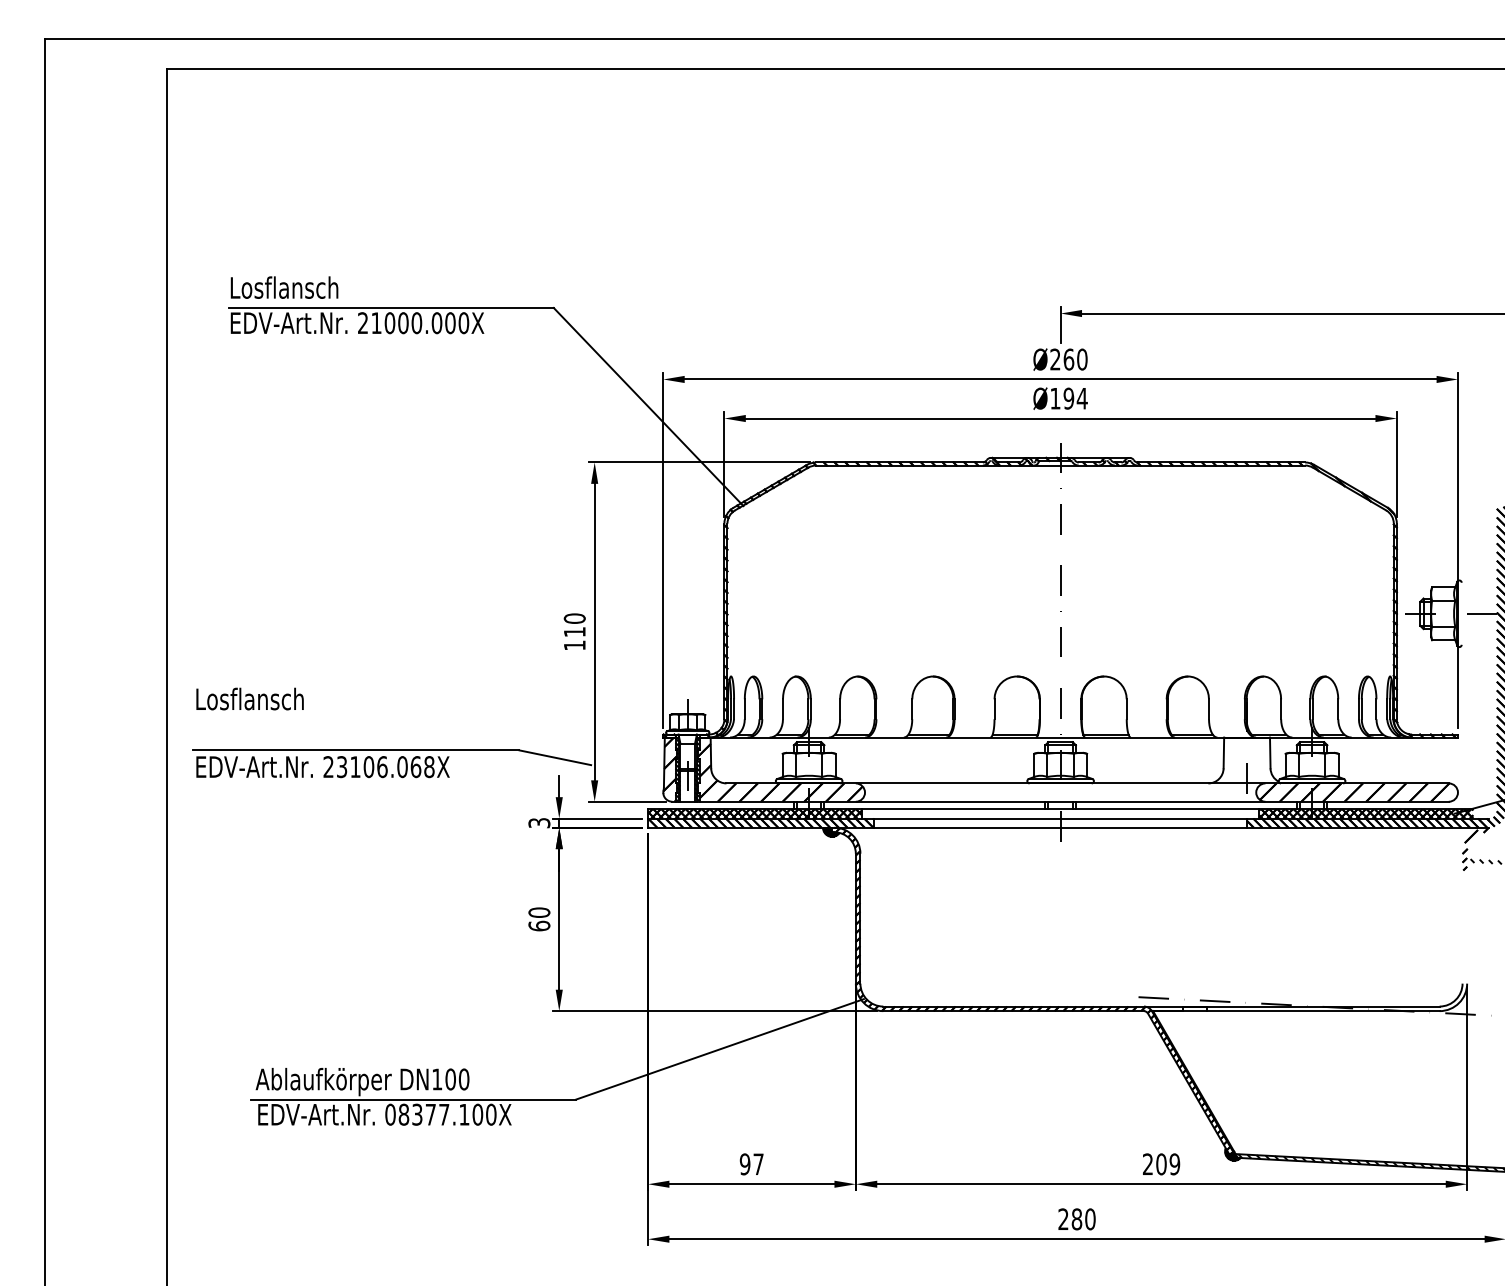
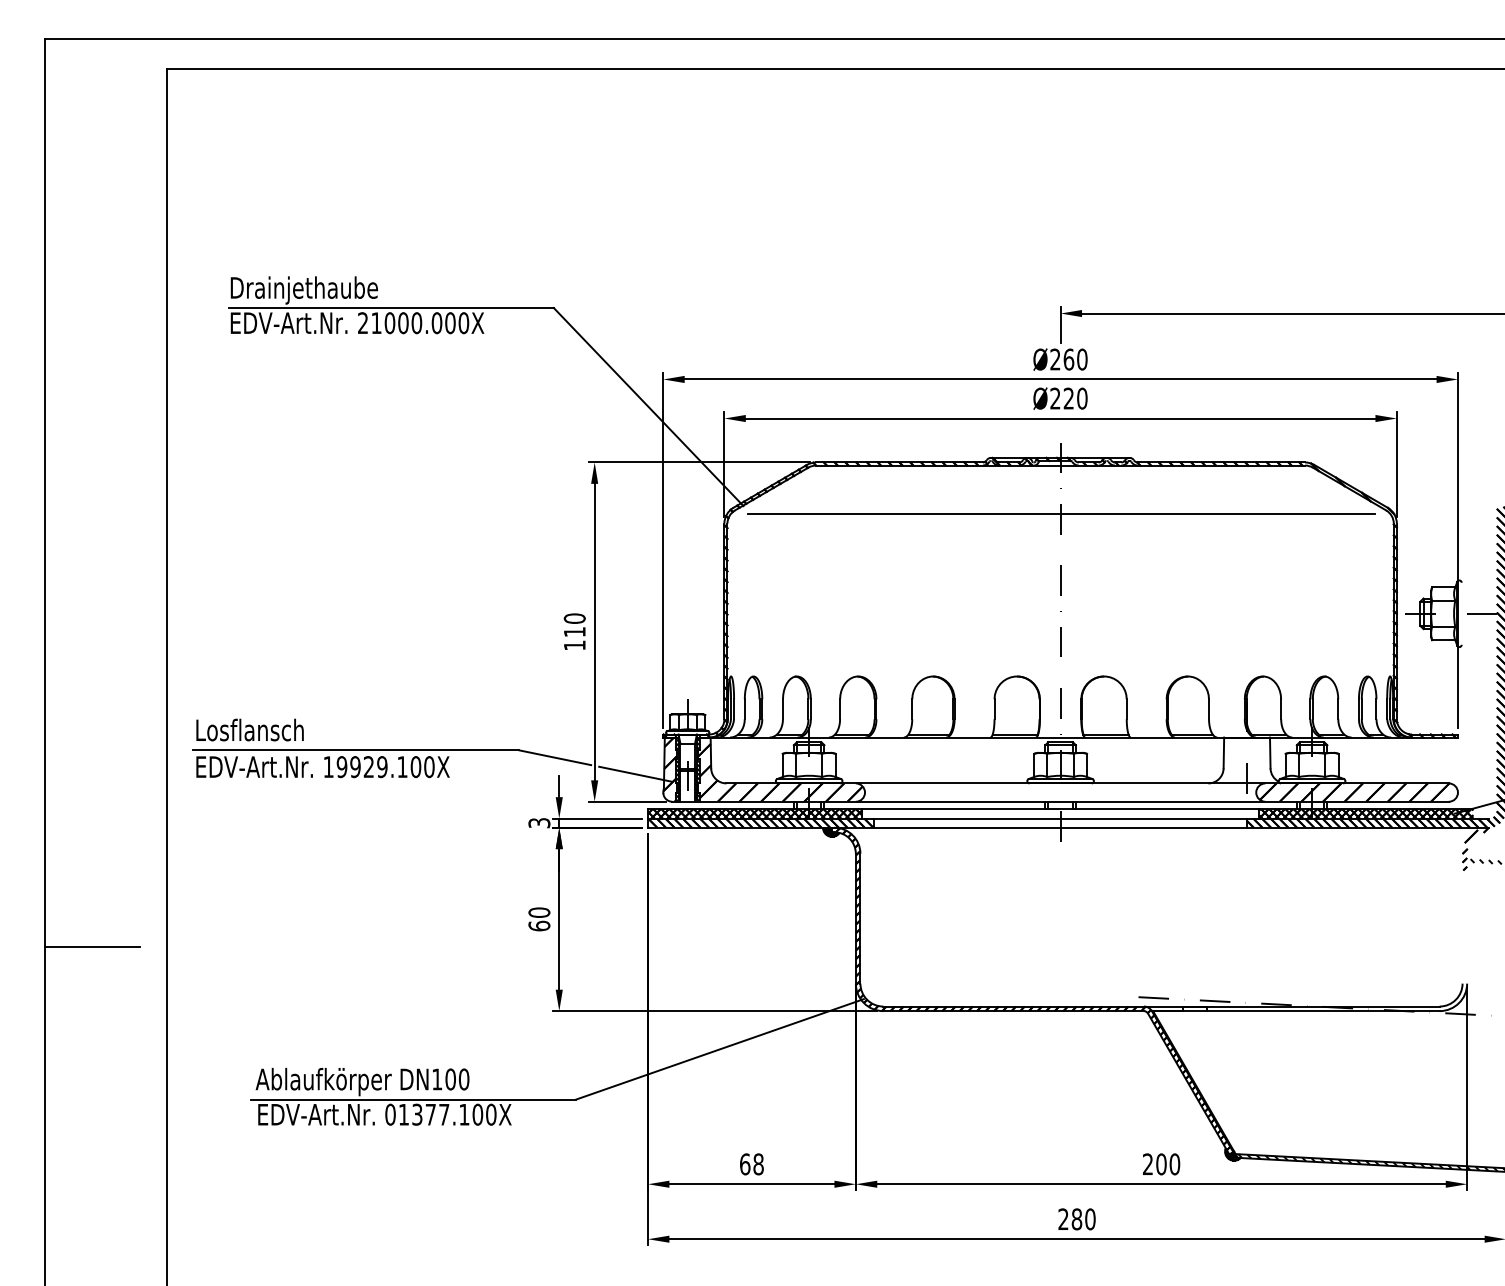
text at (305, 290): Losflansch -> Drainjethaube
text at (1068, 398): Ø194 -> Ø220
line at (1060, 514): none -> present
text at (249, 698) position: (249, 698) -> (249, 729)
text at (378, 767): 23106.068X -> 19929.100X
line at (635, 773): none -> present
line at (92, 946): none -> present
text at (403, 1114): 08377.100X -> 01377.100X
text at (751, 1164): 97 -> 68
text at (1174, 1164): 209 -> 200
